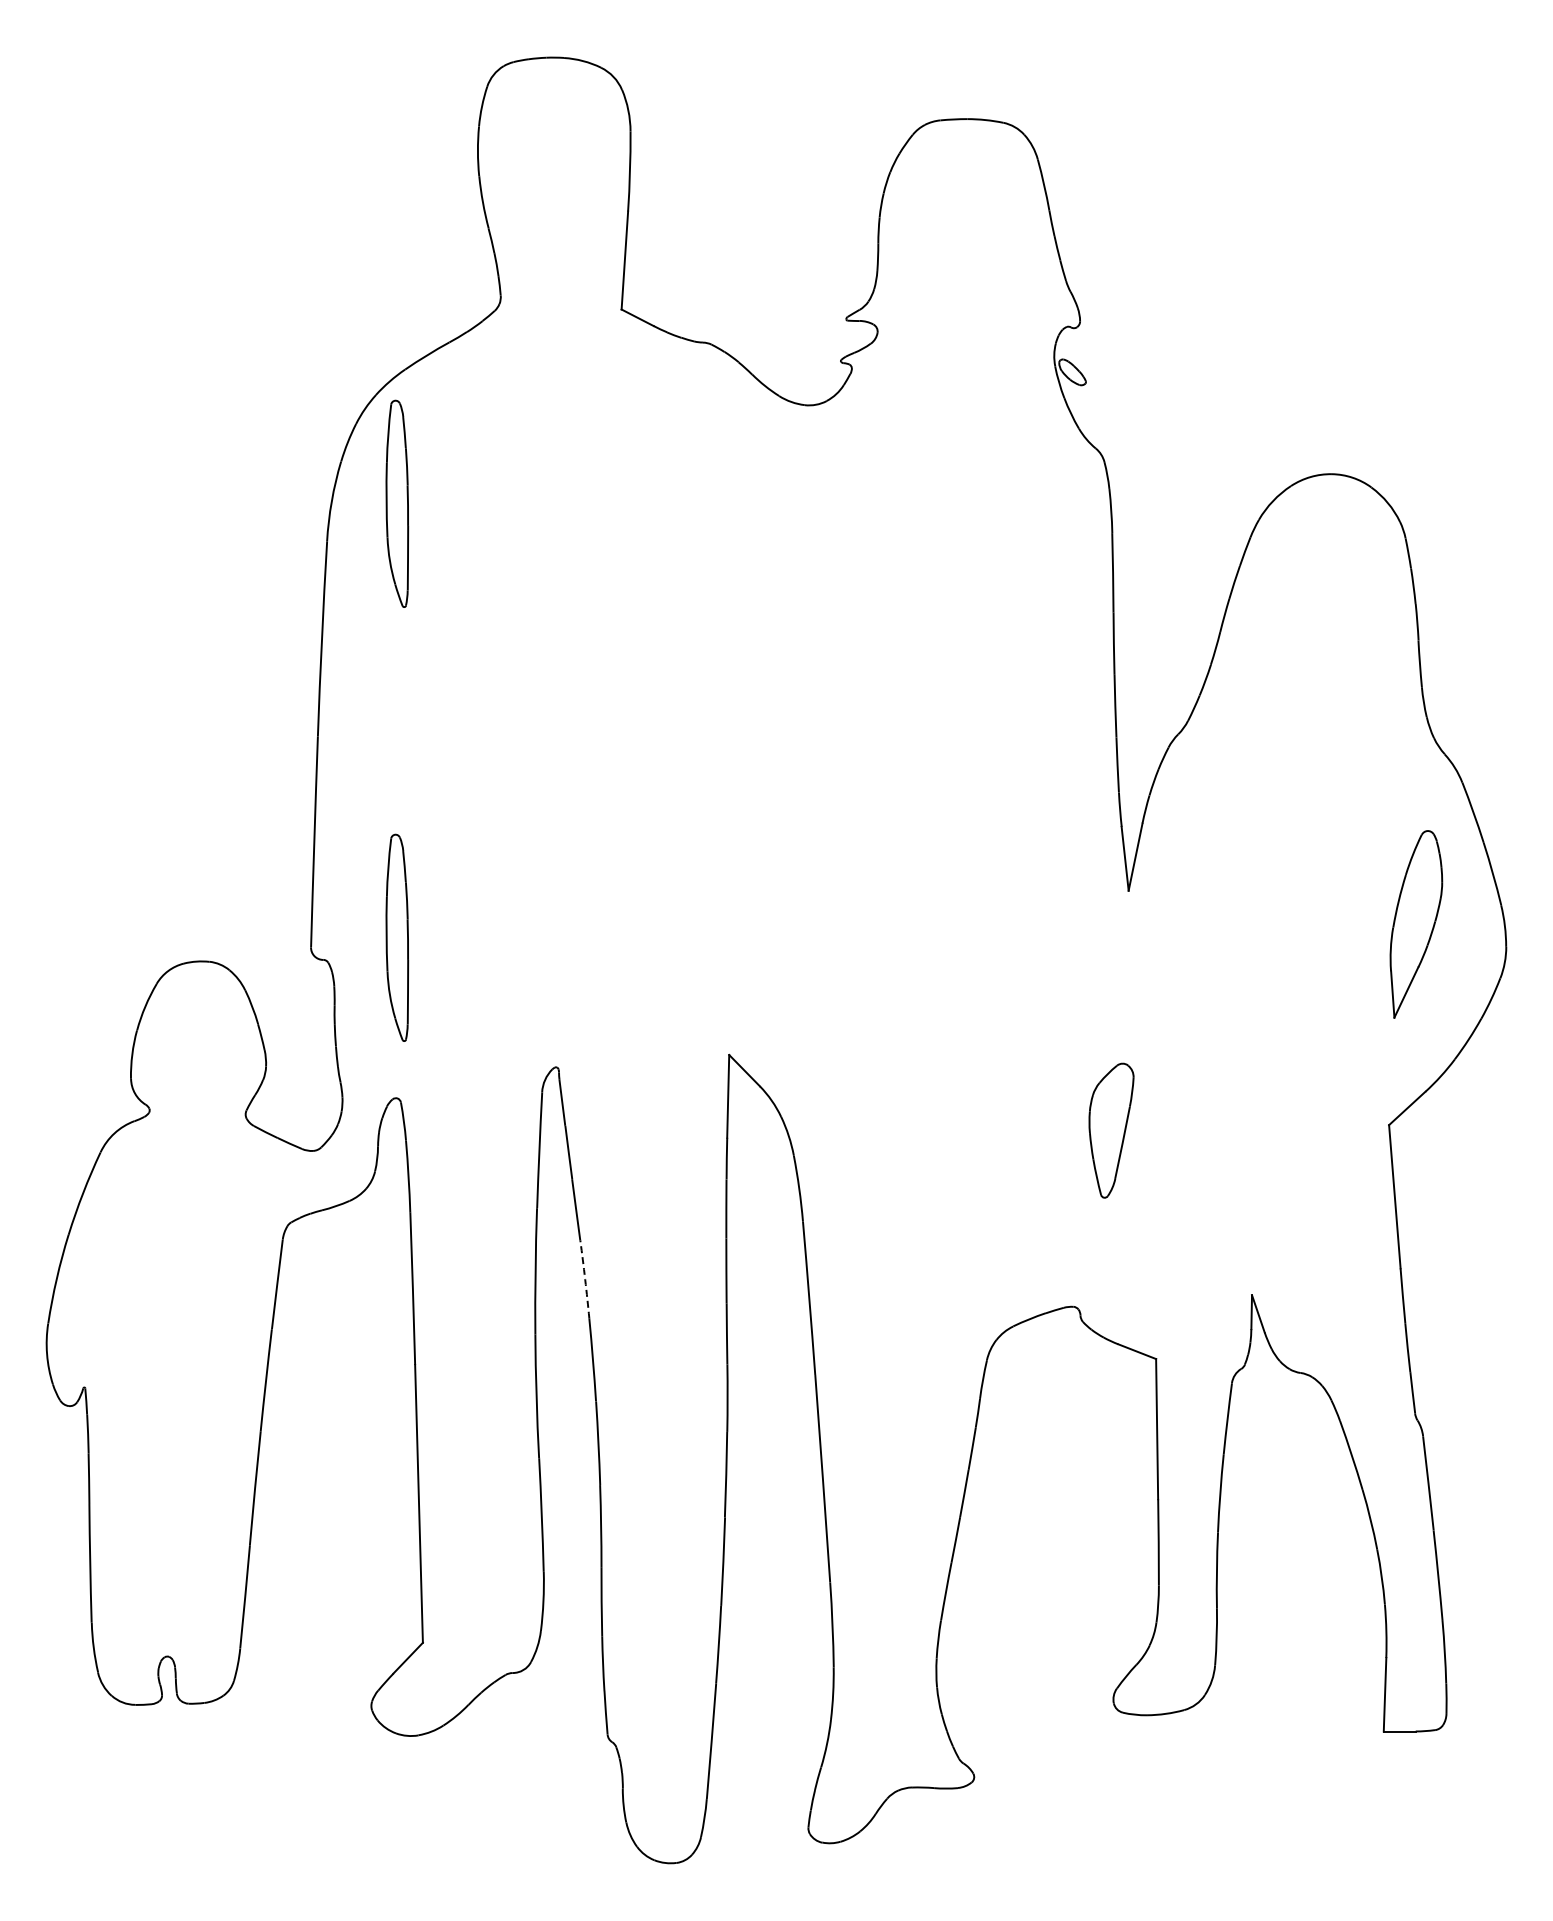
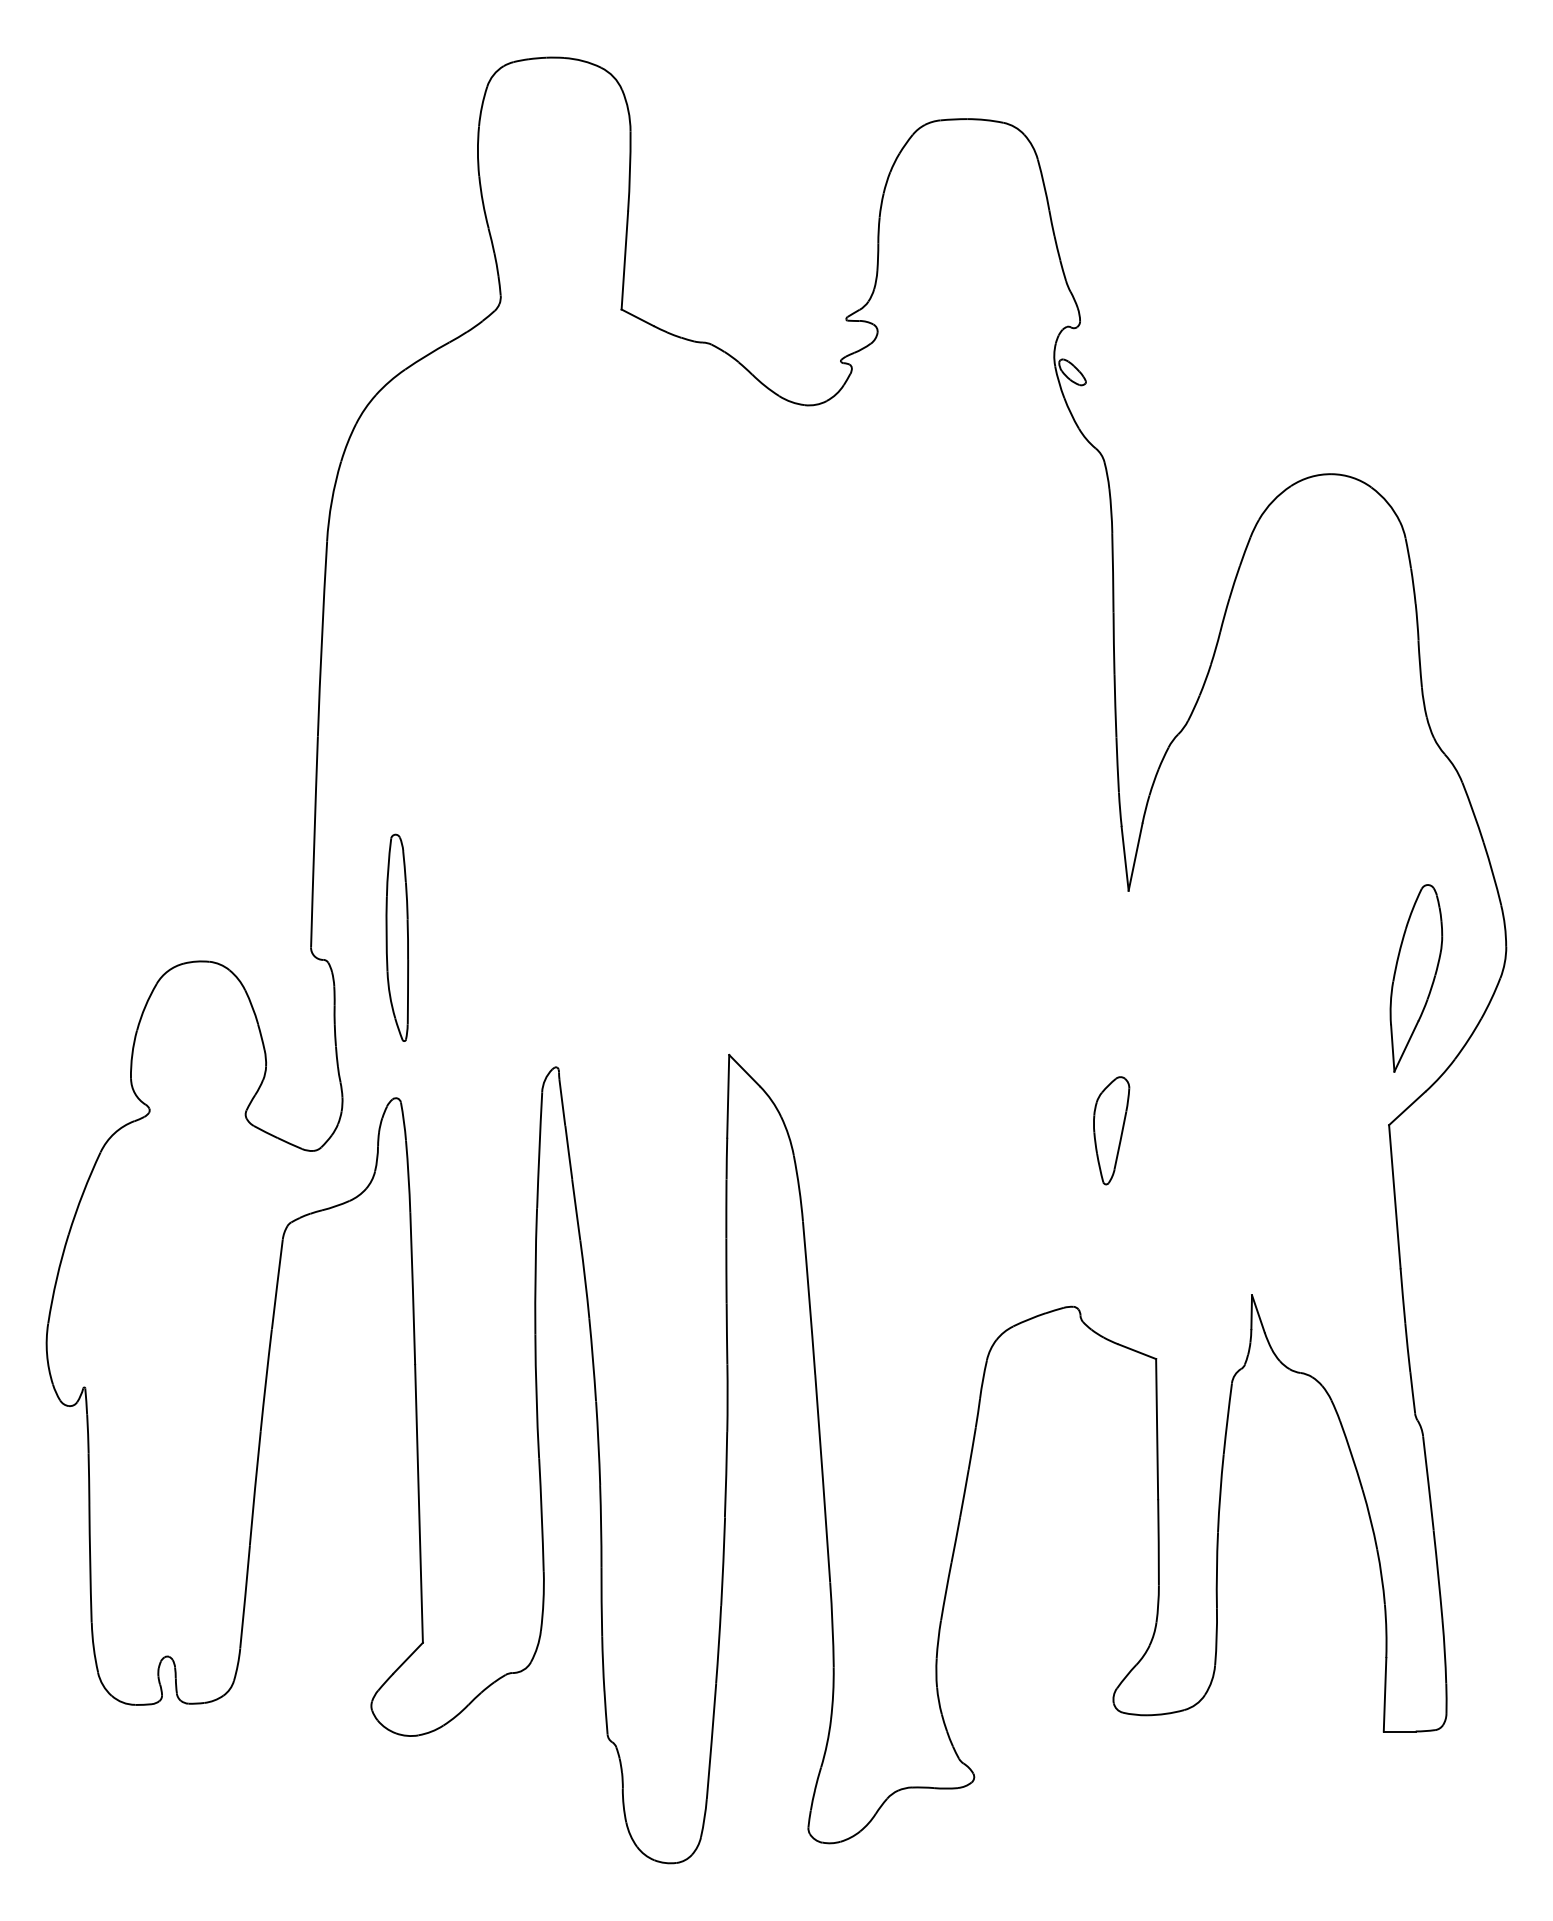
part at (397, 503): present -> none
part at (1416, 924) position: (1416, 924) -> (1416, 978)
part at (1111, 1130) size: 47x137 px -> 38x110 px
arc at (585, 1279): dashed -> solid
